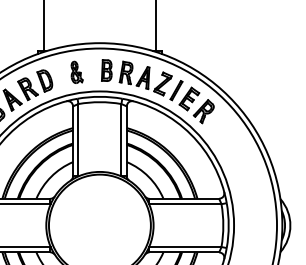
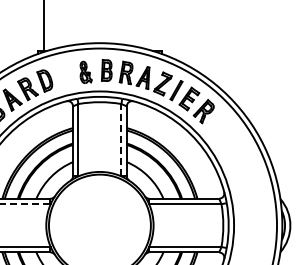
line at (156, 26): present -> none
part at (76, 71) position: (76, 71) -> (85, 71)
line at (121, 139): solid -> dashed
line at (24, 204): solid -> dashed
